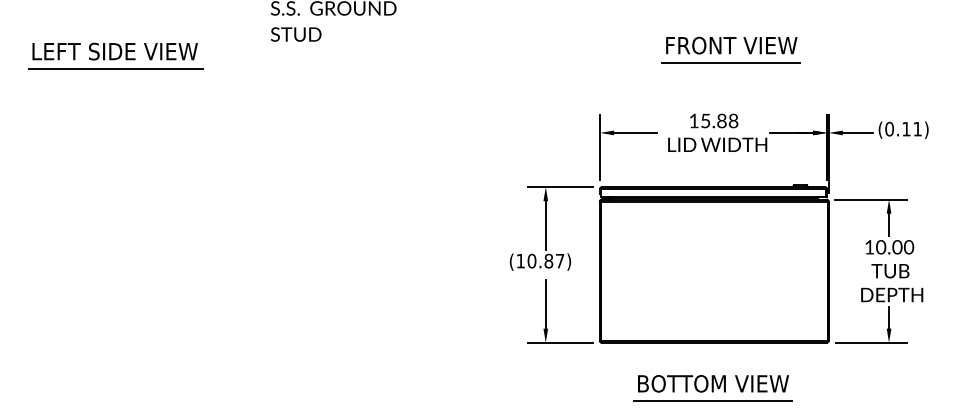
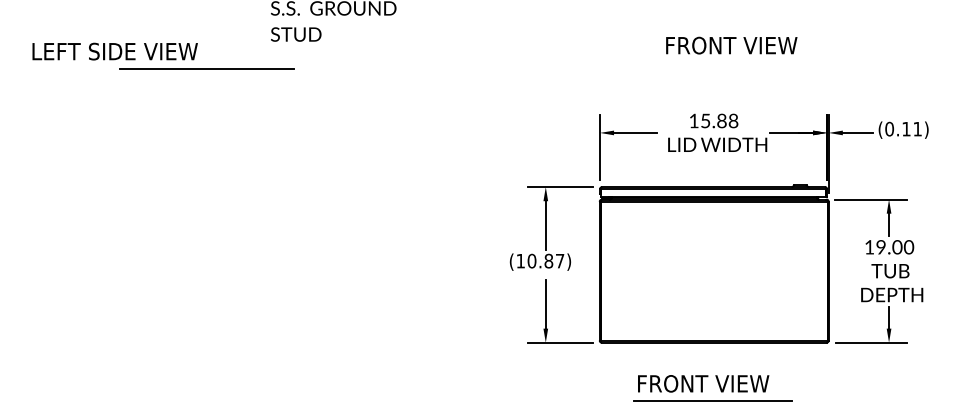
line at (731, 62): present -> none
line at (115, 68) position: (115, 68) -> (206, 68)
text at (881, 247): 10.00 -> 19.00
text at (714, 383): BOTTOM VIEW -> FRONT VIEW
